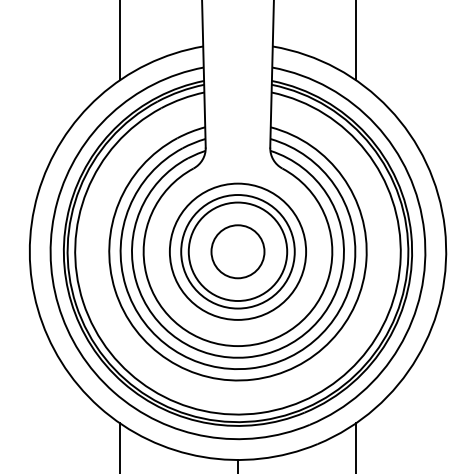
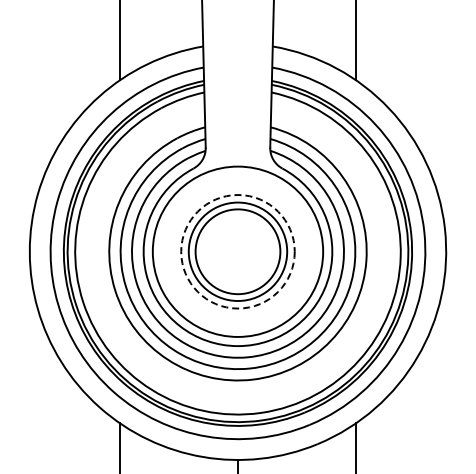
circle at (237, 251) diameter: 136 px -> 170 px
circle at (237, 251) diameter: 53 px -> 85 px
circle at (237, 251): solid -> dashed
